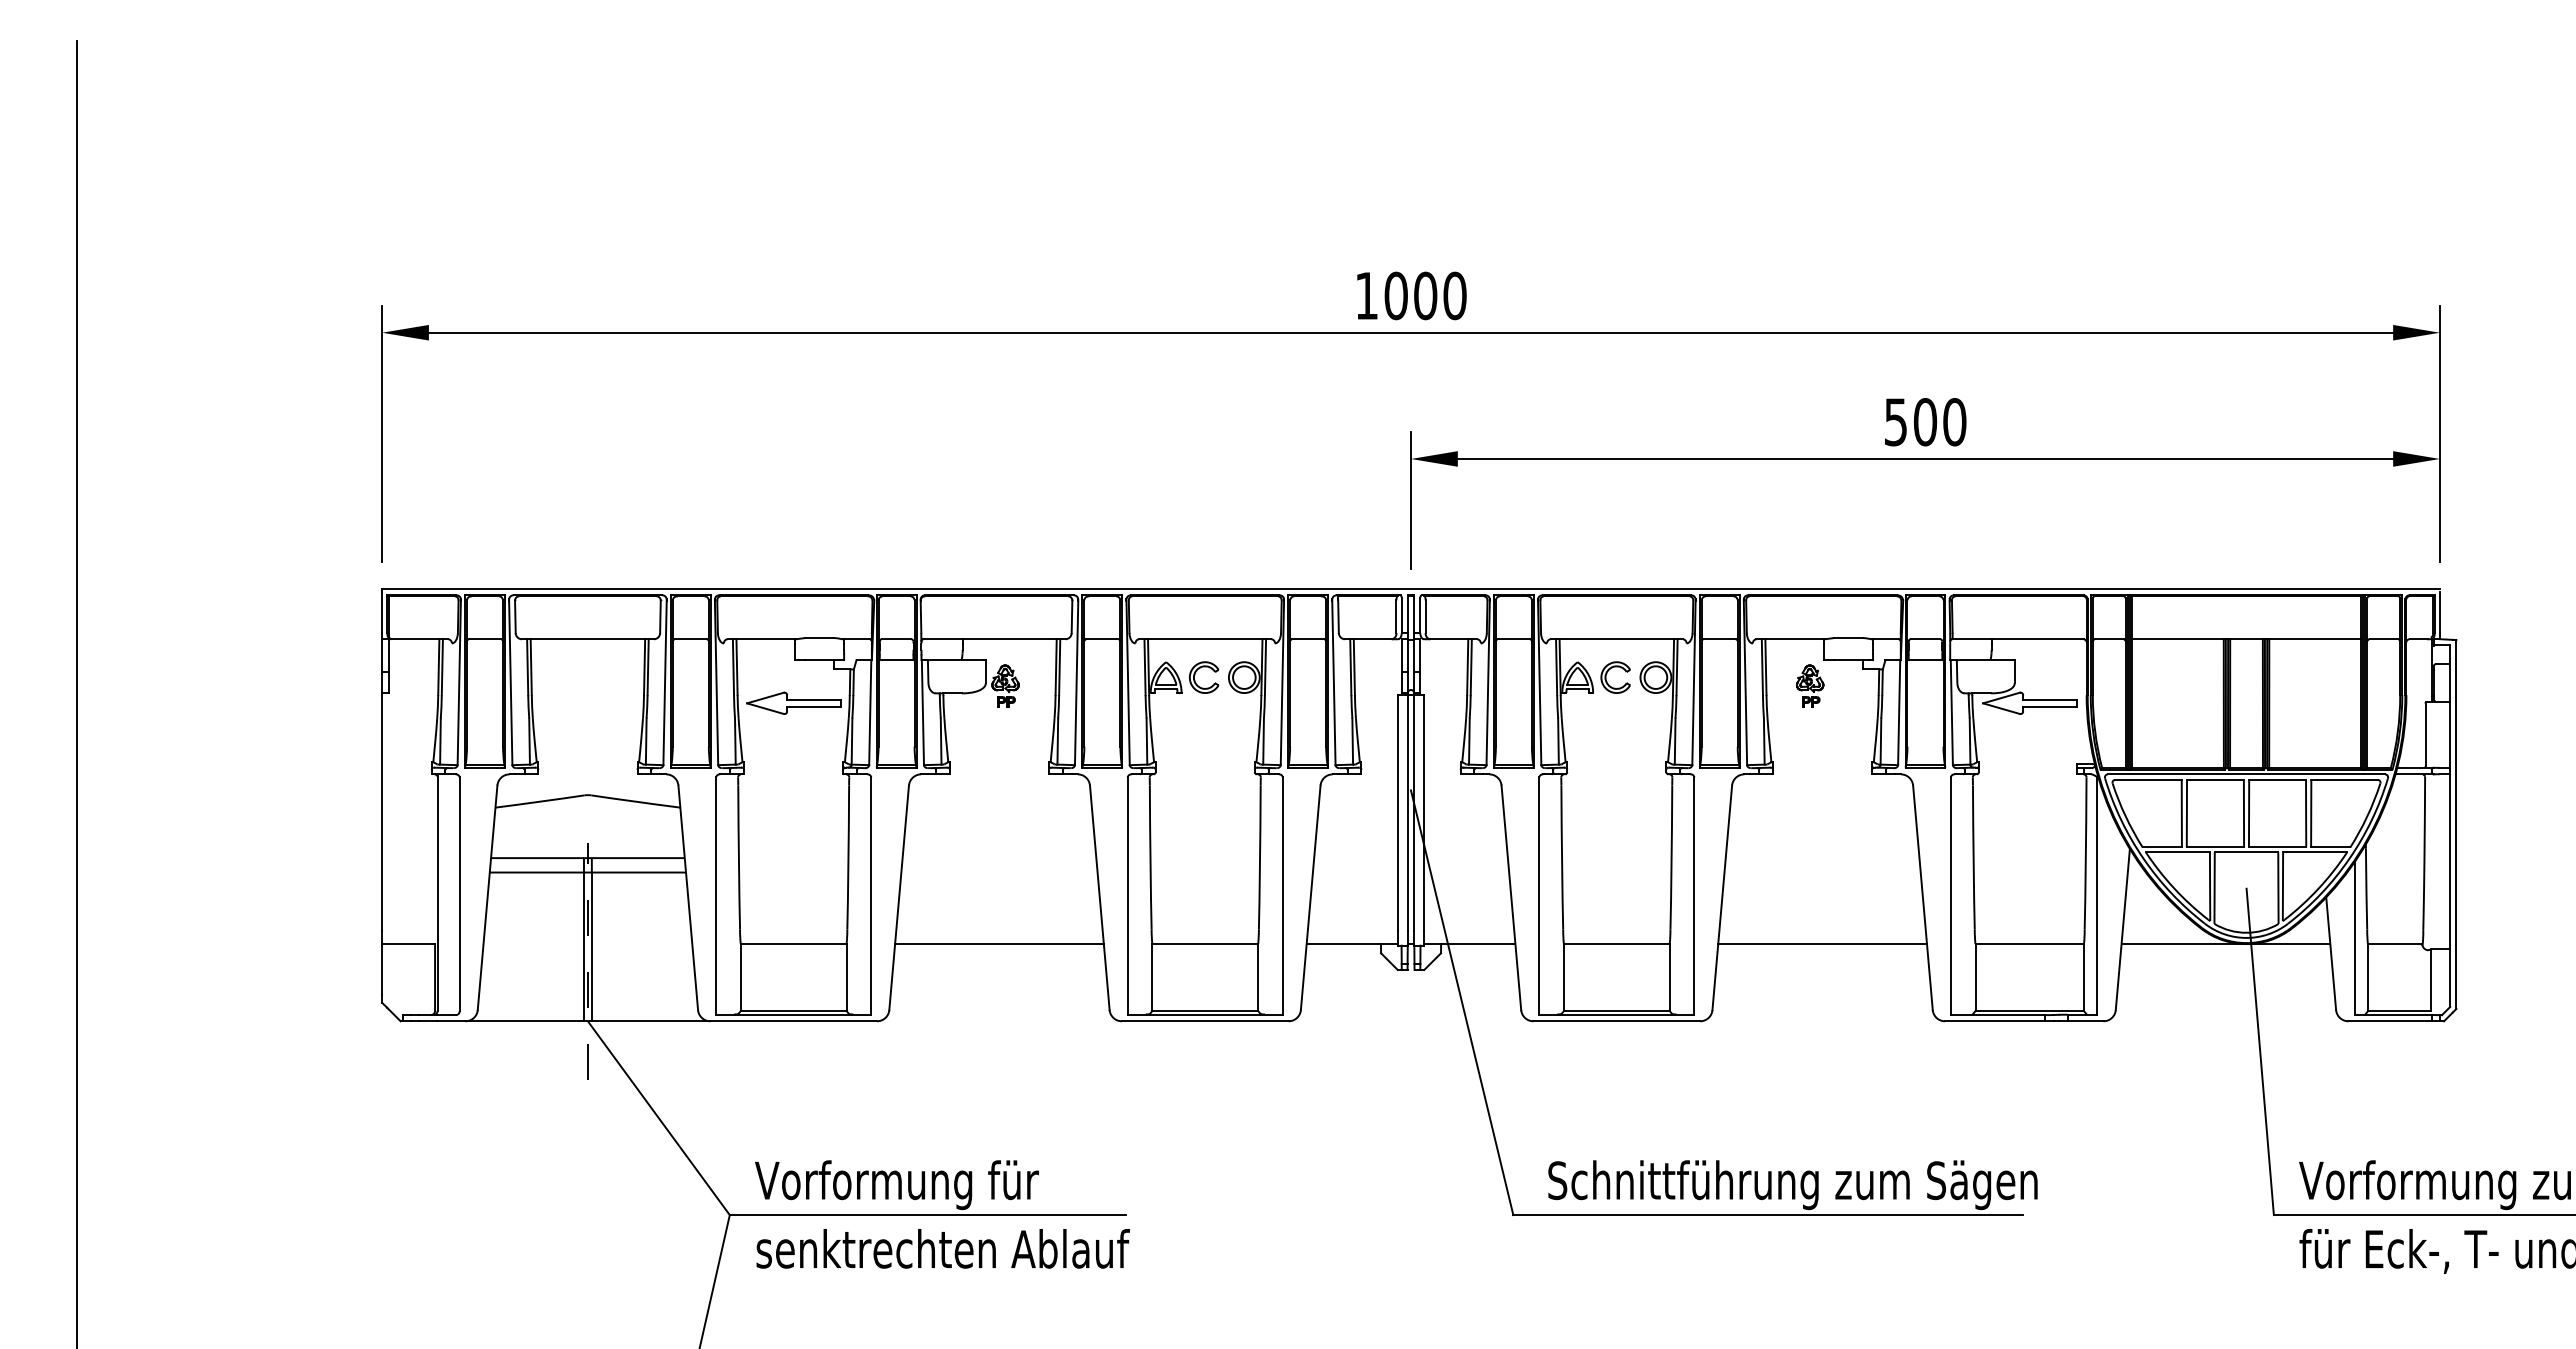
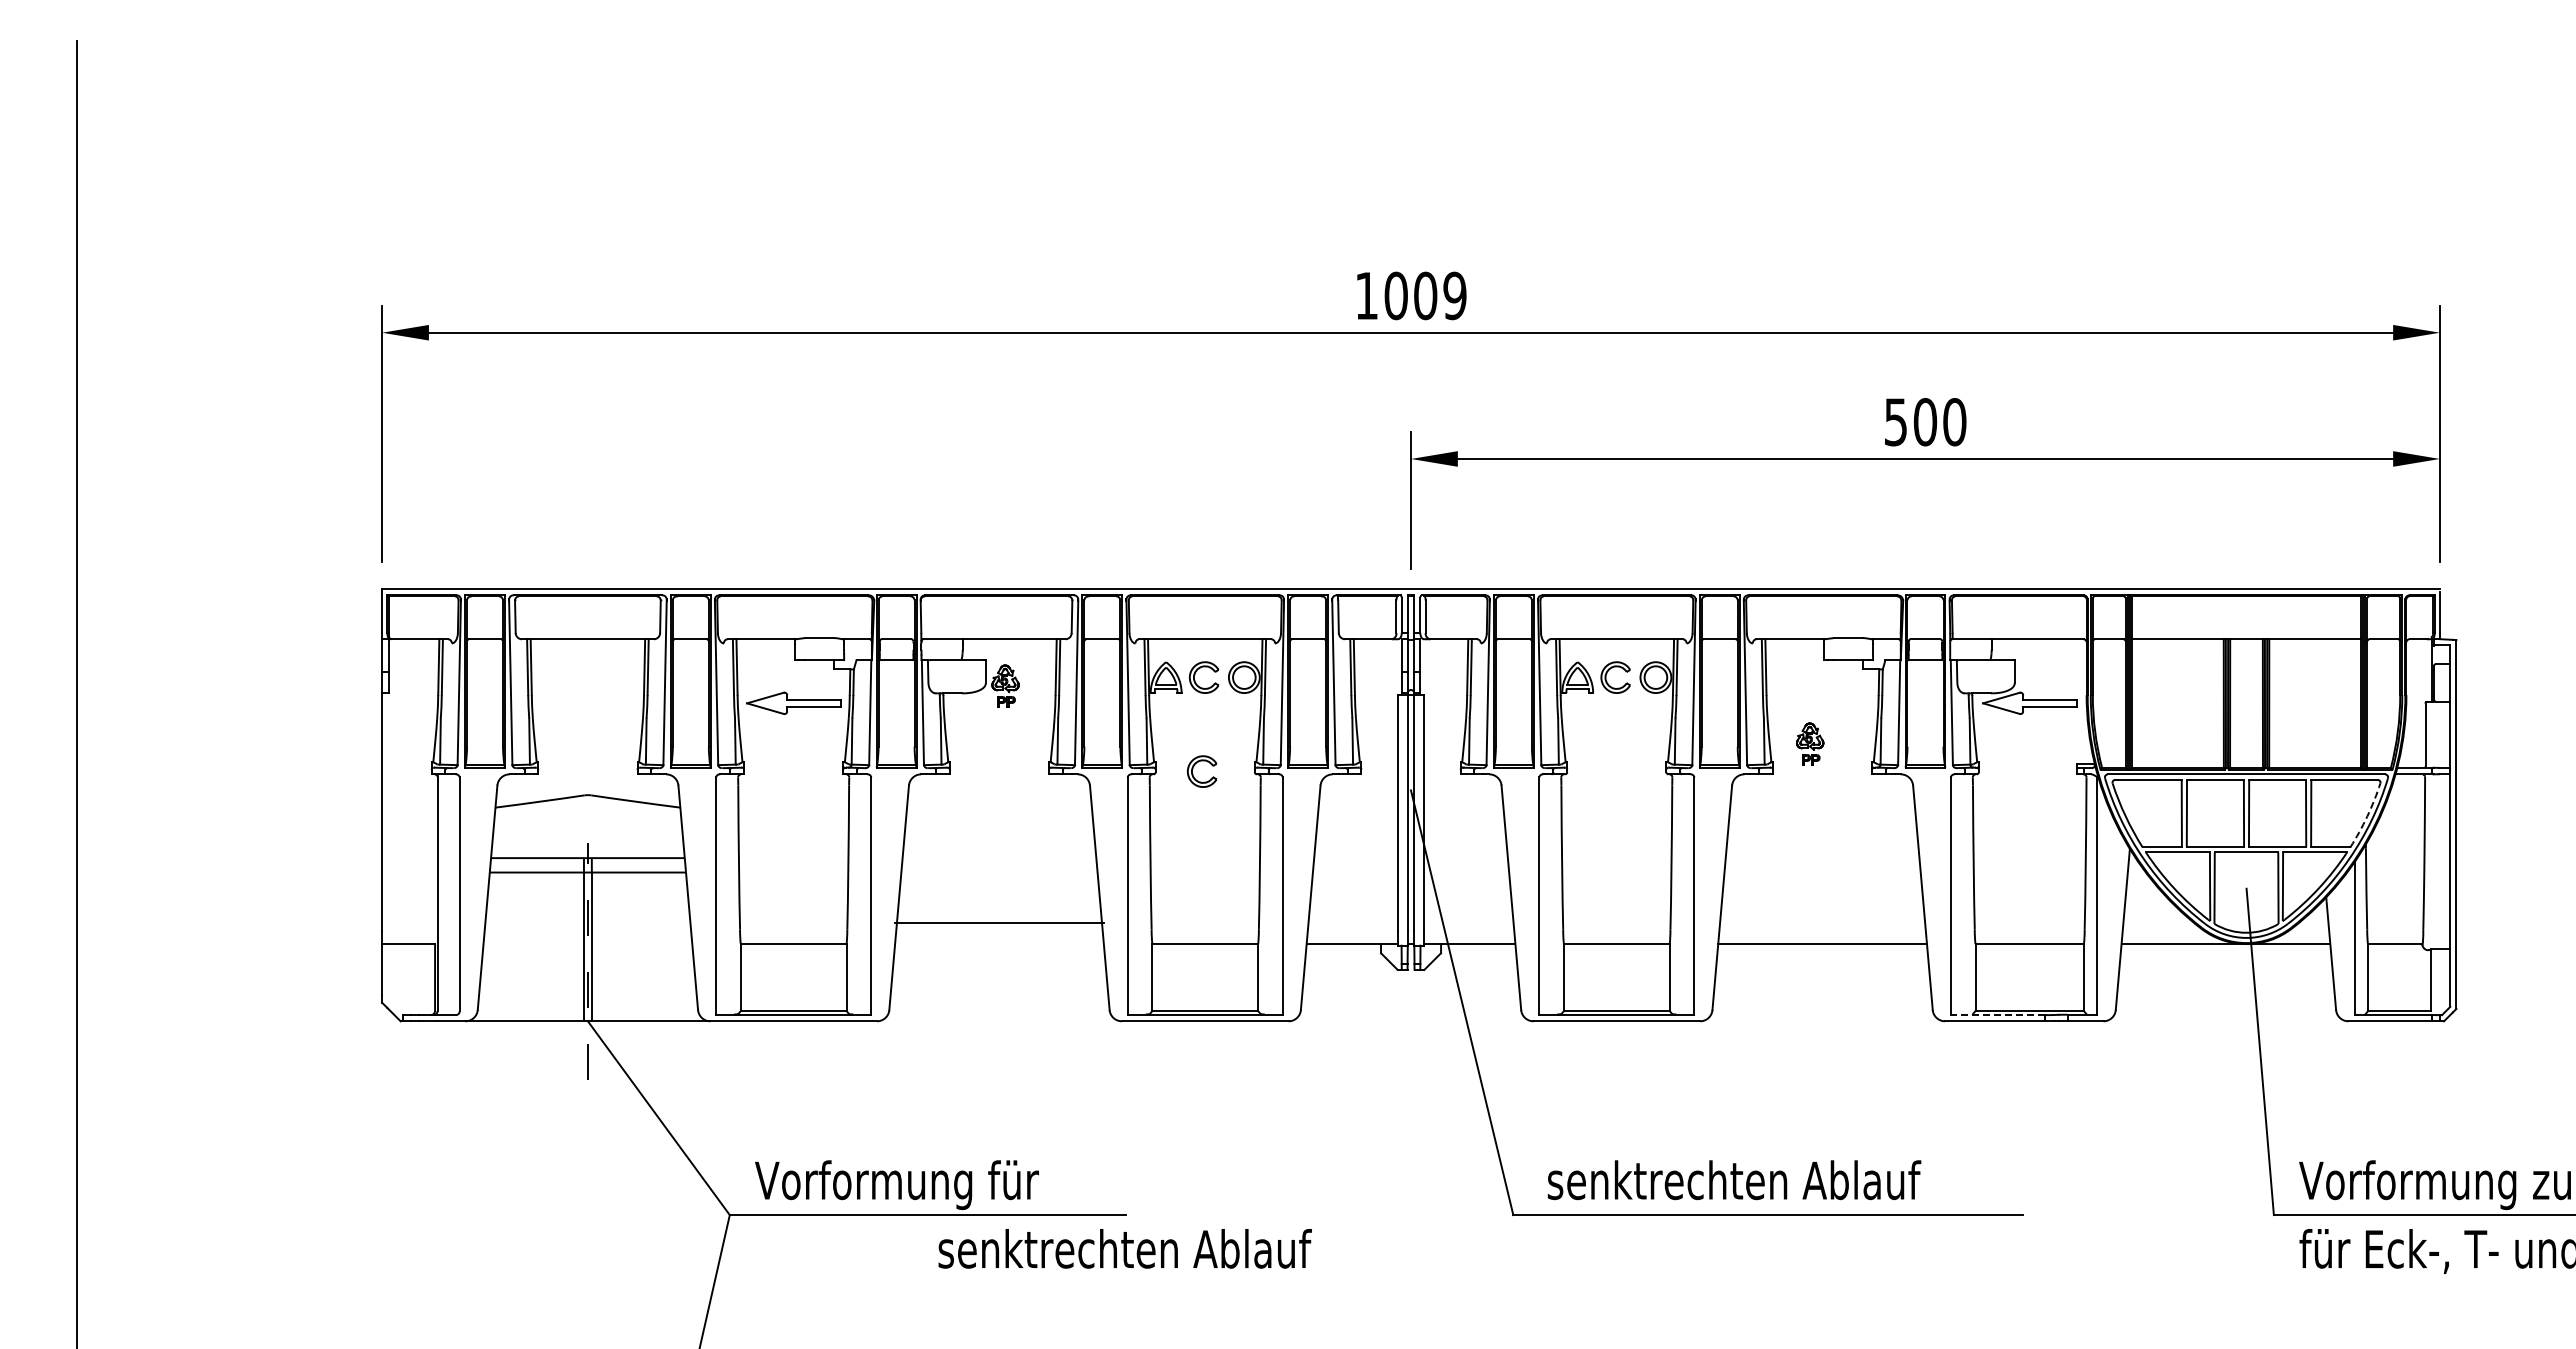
text at (1454, 295): 1000 -> 1009
part at (1810, 685) position: (1810, 685) -> (1810, 743)
part at (1193, 769): none -> present
arc at (2367, 816): solid -> dashed
line at (999, 944) position: (999, 944) -> (999, 923)
line at (1997, 1015): solid -> dashed
text at (1792, 1185): Schnittführung zum Sägen -> senktrechten Ablauf
text at (942, 1248) position: (942, 1248) -> (1124, 1248)
